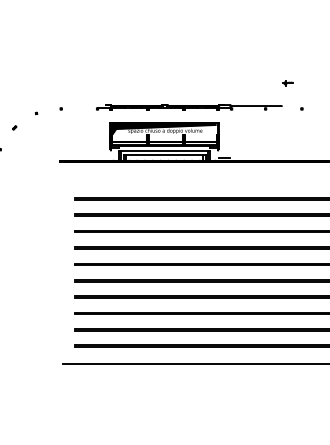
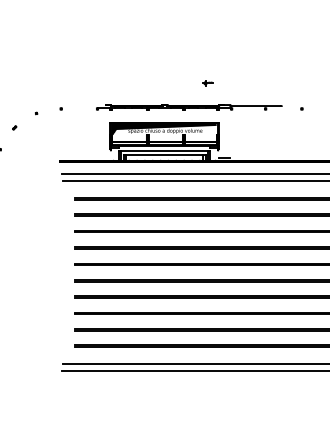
part at (287, 83) position: (287, 83) -> (207, 83)
line at (193, 173): none -> present
line at (194, 180): none -> present
line at (193, 371): none -> present
